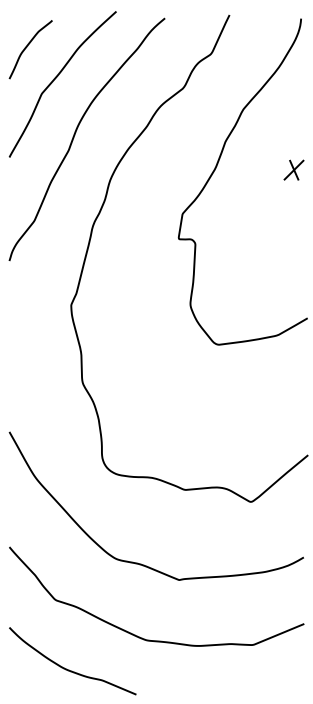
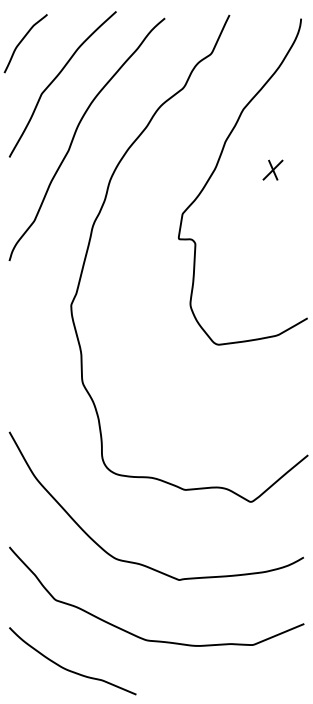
curve at (27, 47) position: (27, 47) -> (22, 41)
part at (293, 169) position: (293, 169) -> (272, 169)
